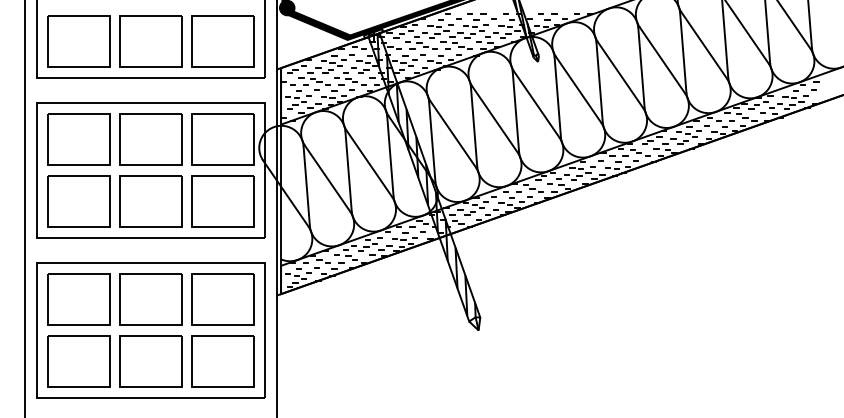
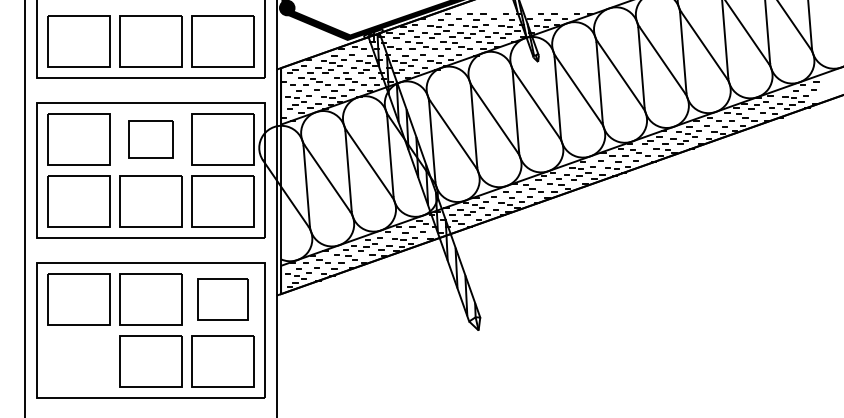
part at (150, 139) size: 64x53 px -> 46x39 px
part at (222, 299) size: 64x53 px -> 52x43 px
part at (78, 361): present -> none
